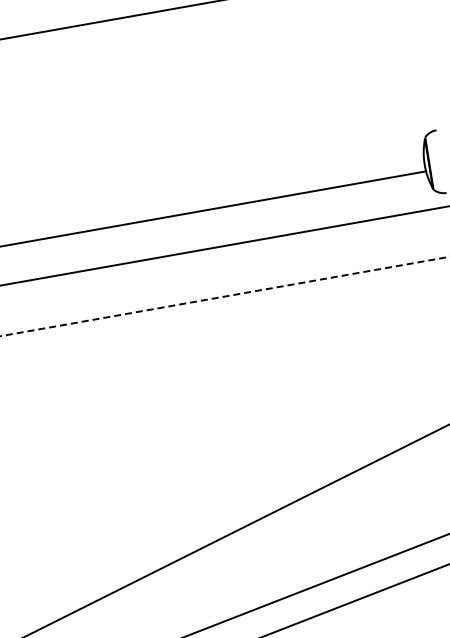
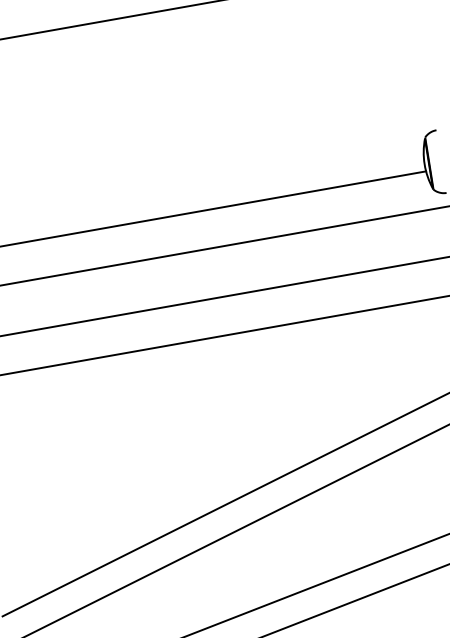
line at (224, 296): dashed -> solid
line at (224, 335): none -> present
line at (224, 505): none -> present
